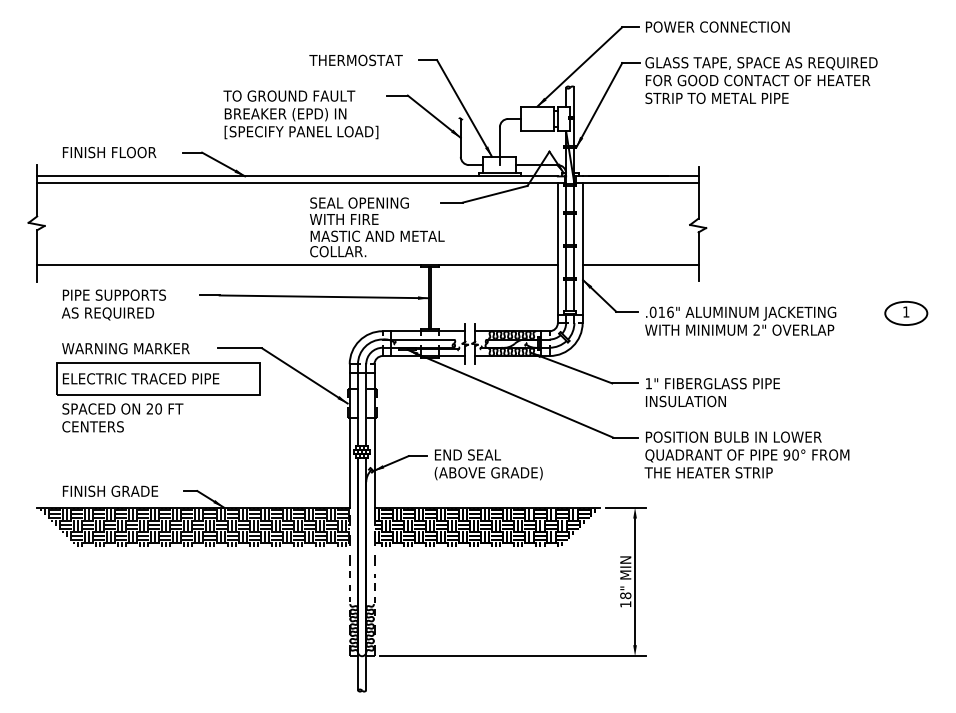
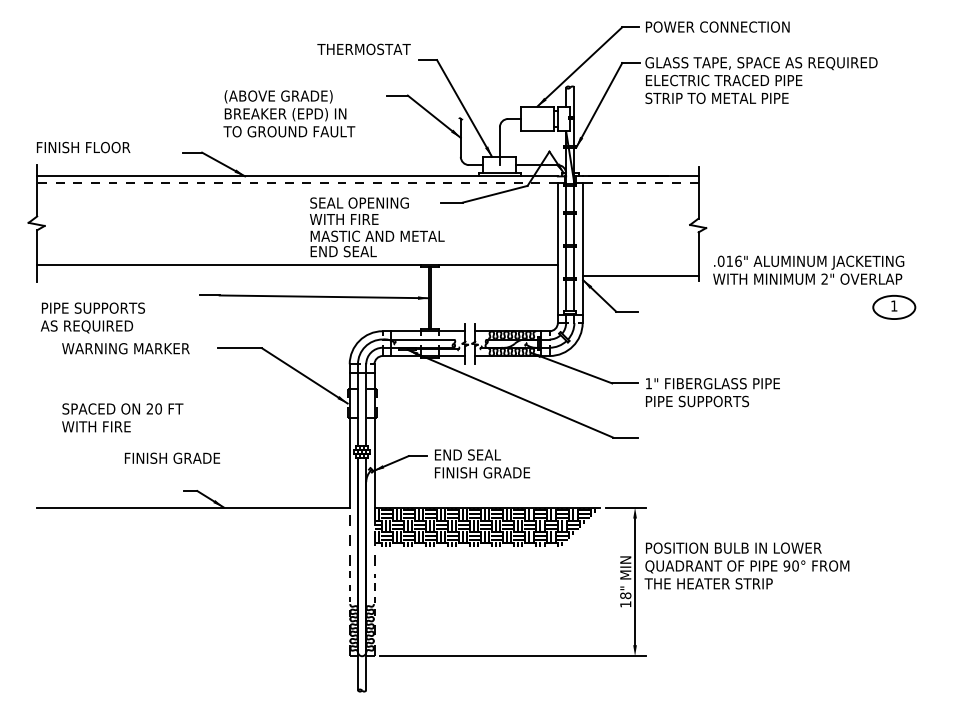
text at (355, 60) position: (355, 60) -> (363, 49)
text at (758, 80): FOR GOOD CONTACT OF HEATER -> ELECTRIC TRACED PIPE
text at (289, 96): TO GROUND FAULT -> (ABOVE GRADE)
text at (300, 132): [SPECIFY PANEL LOAD] -> TO GROUND FAULT
text at (109, 152) position: (109, 152) -> (83, 147)
line at (297, 182): solid -> dashed
line at (640, 182): solid -> dashed
text at (343, 251): COLLAR. -> END SEAL
line at (640, 265) position: (640, 265) -> (640, 276)
text at (113, 304) position: (113, 304) -> (92, 317)
part at (906, 313) position: (906, 313) -> (894, 307)
text at (740, 320) position: (740, 320) -> (808, 269)
part at (158, 378): present -> none
text at (698, 401): INSULATION -> PIPE SUPPORTS
text at (96, 426): CENTERS -> WITH FIRE
text at (746, 454) position: (746, 454) -> (746, 565)
text at (488, 473): (ABOVE GRADE) -> FINISH GRADE
text at (110, 490) position: (110, 490) -> (172, 457)
hatch at (193, 527): present -> none
